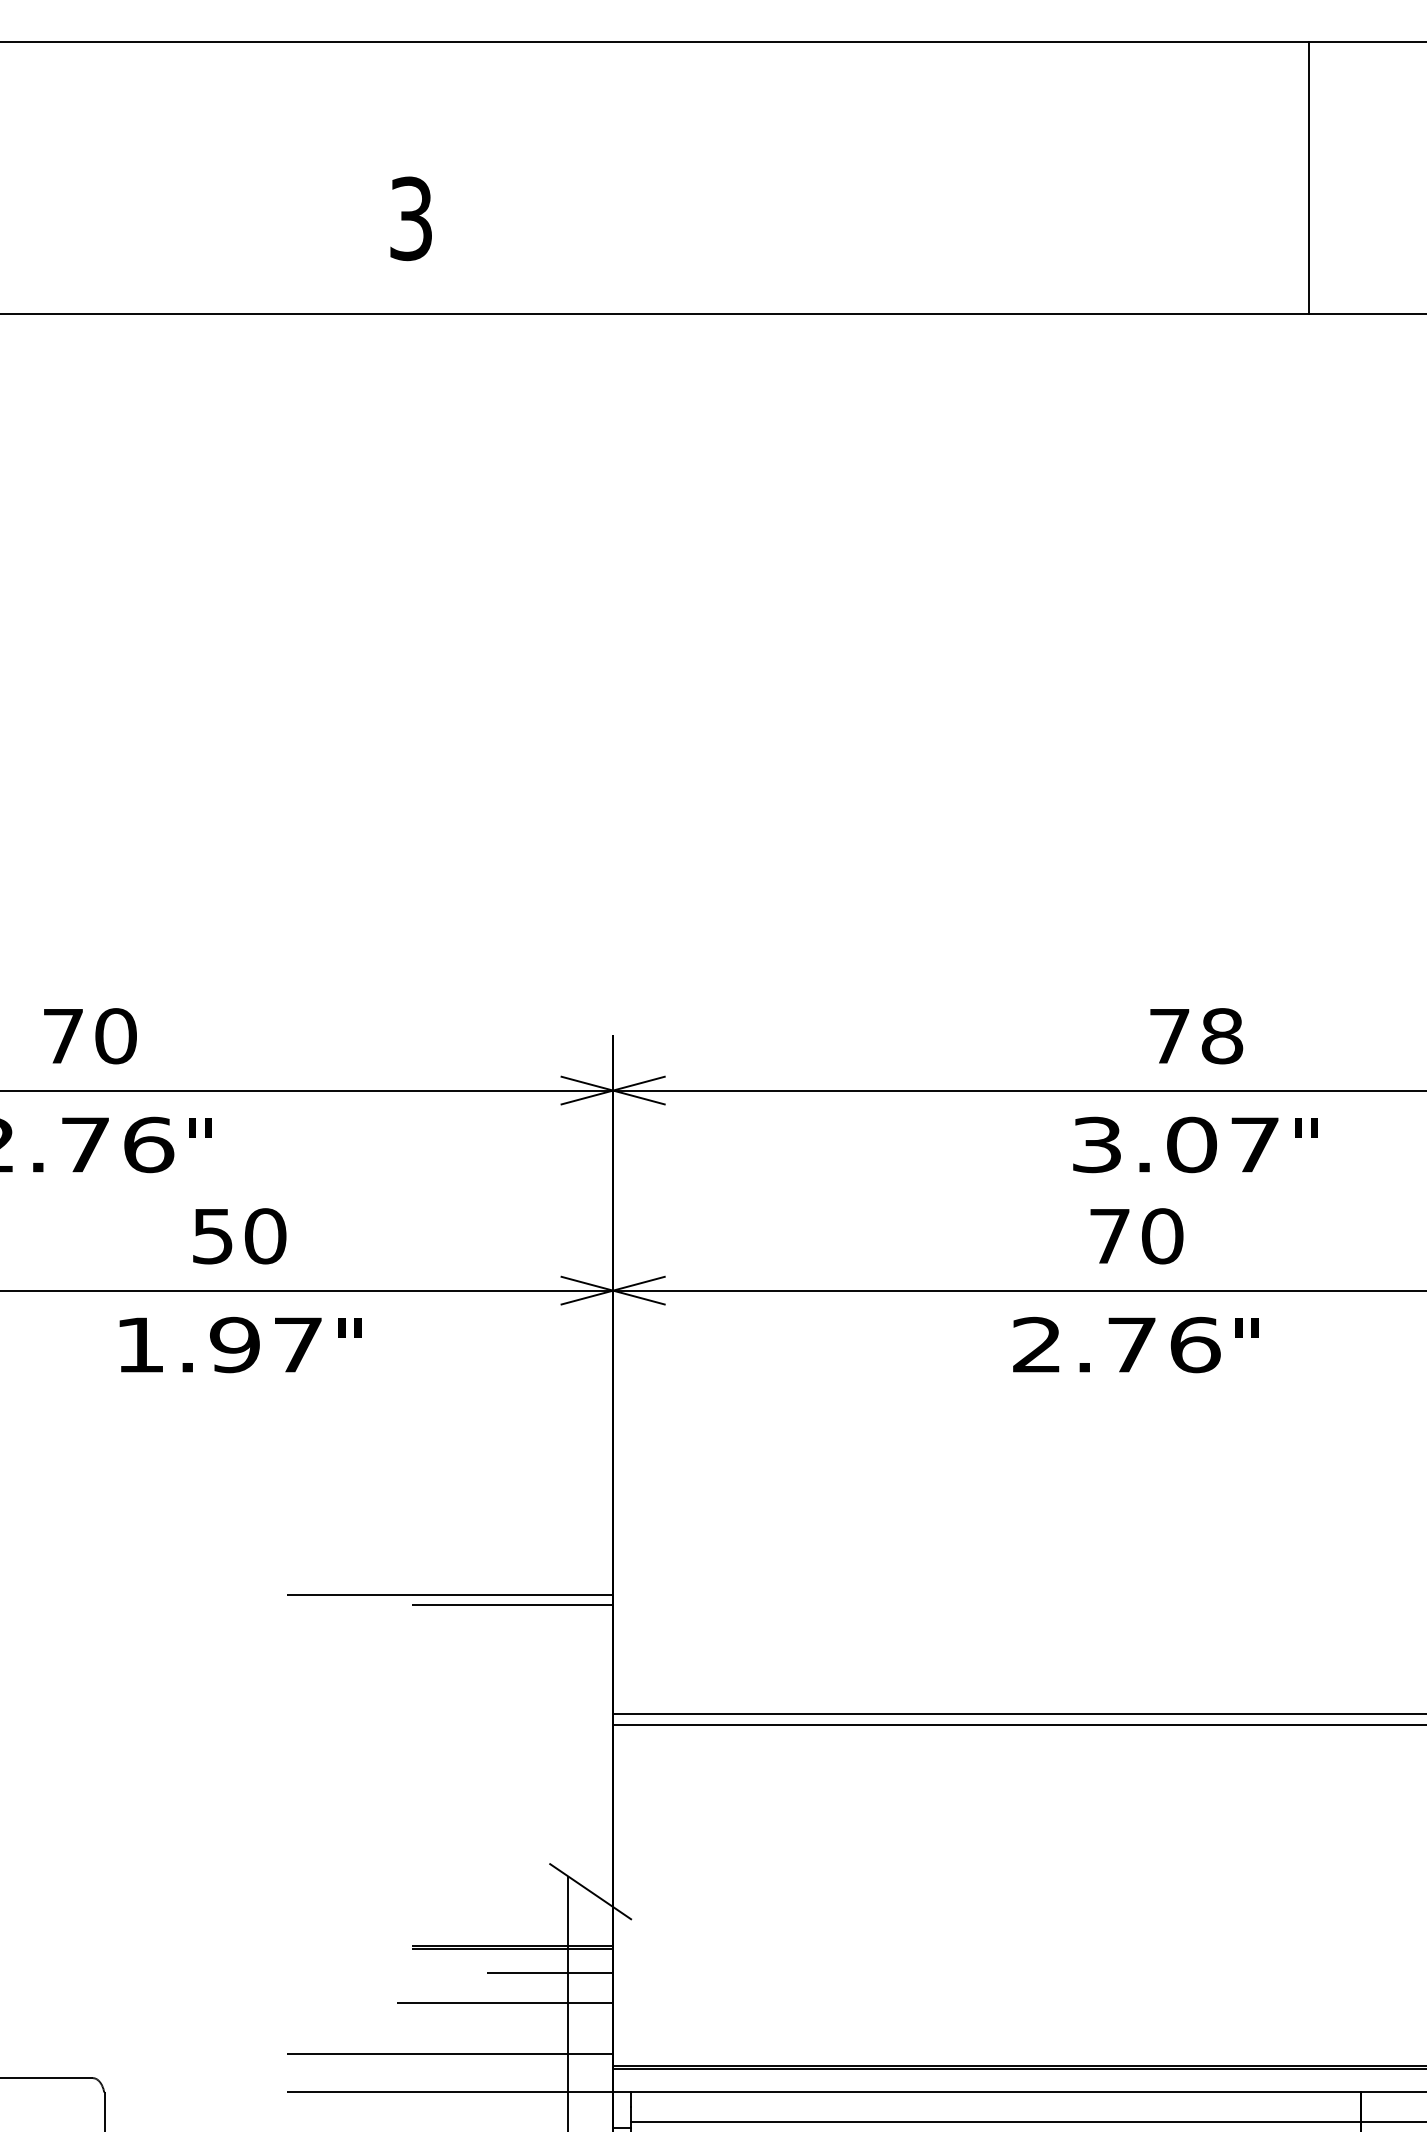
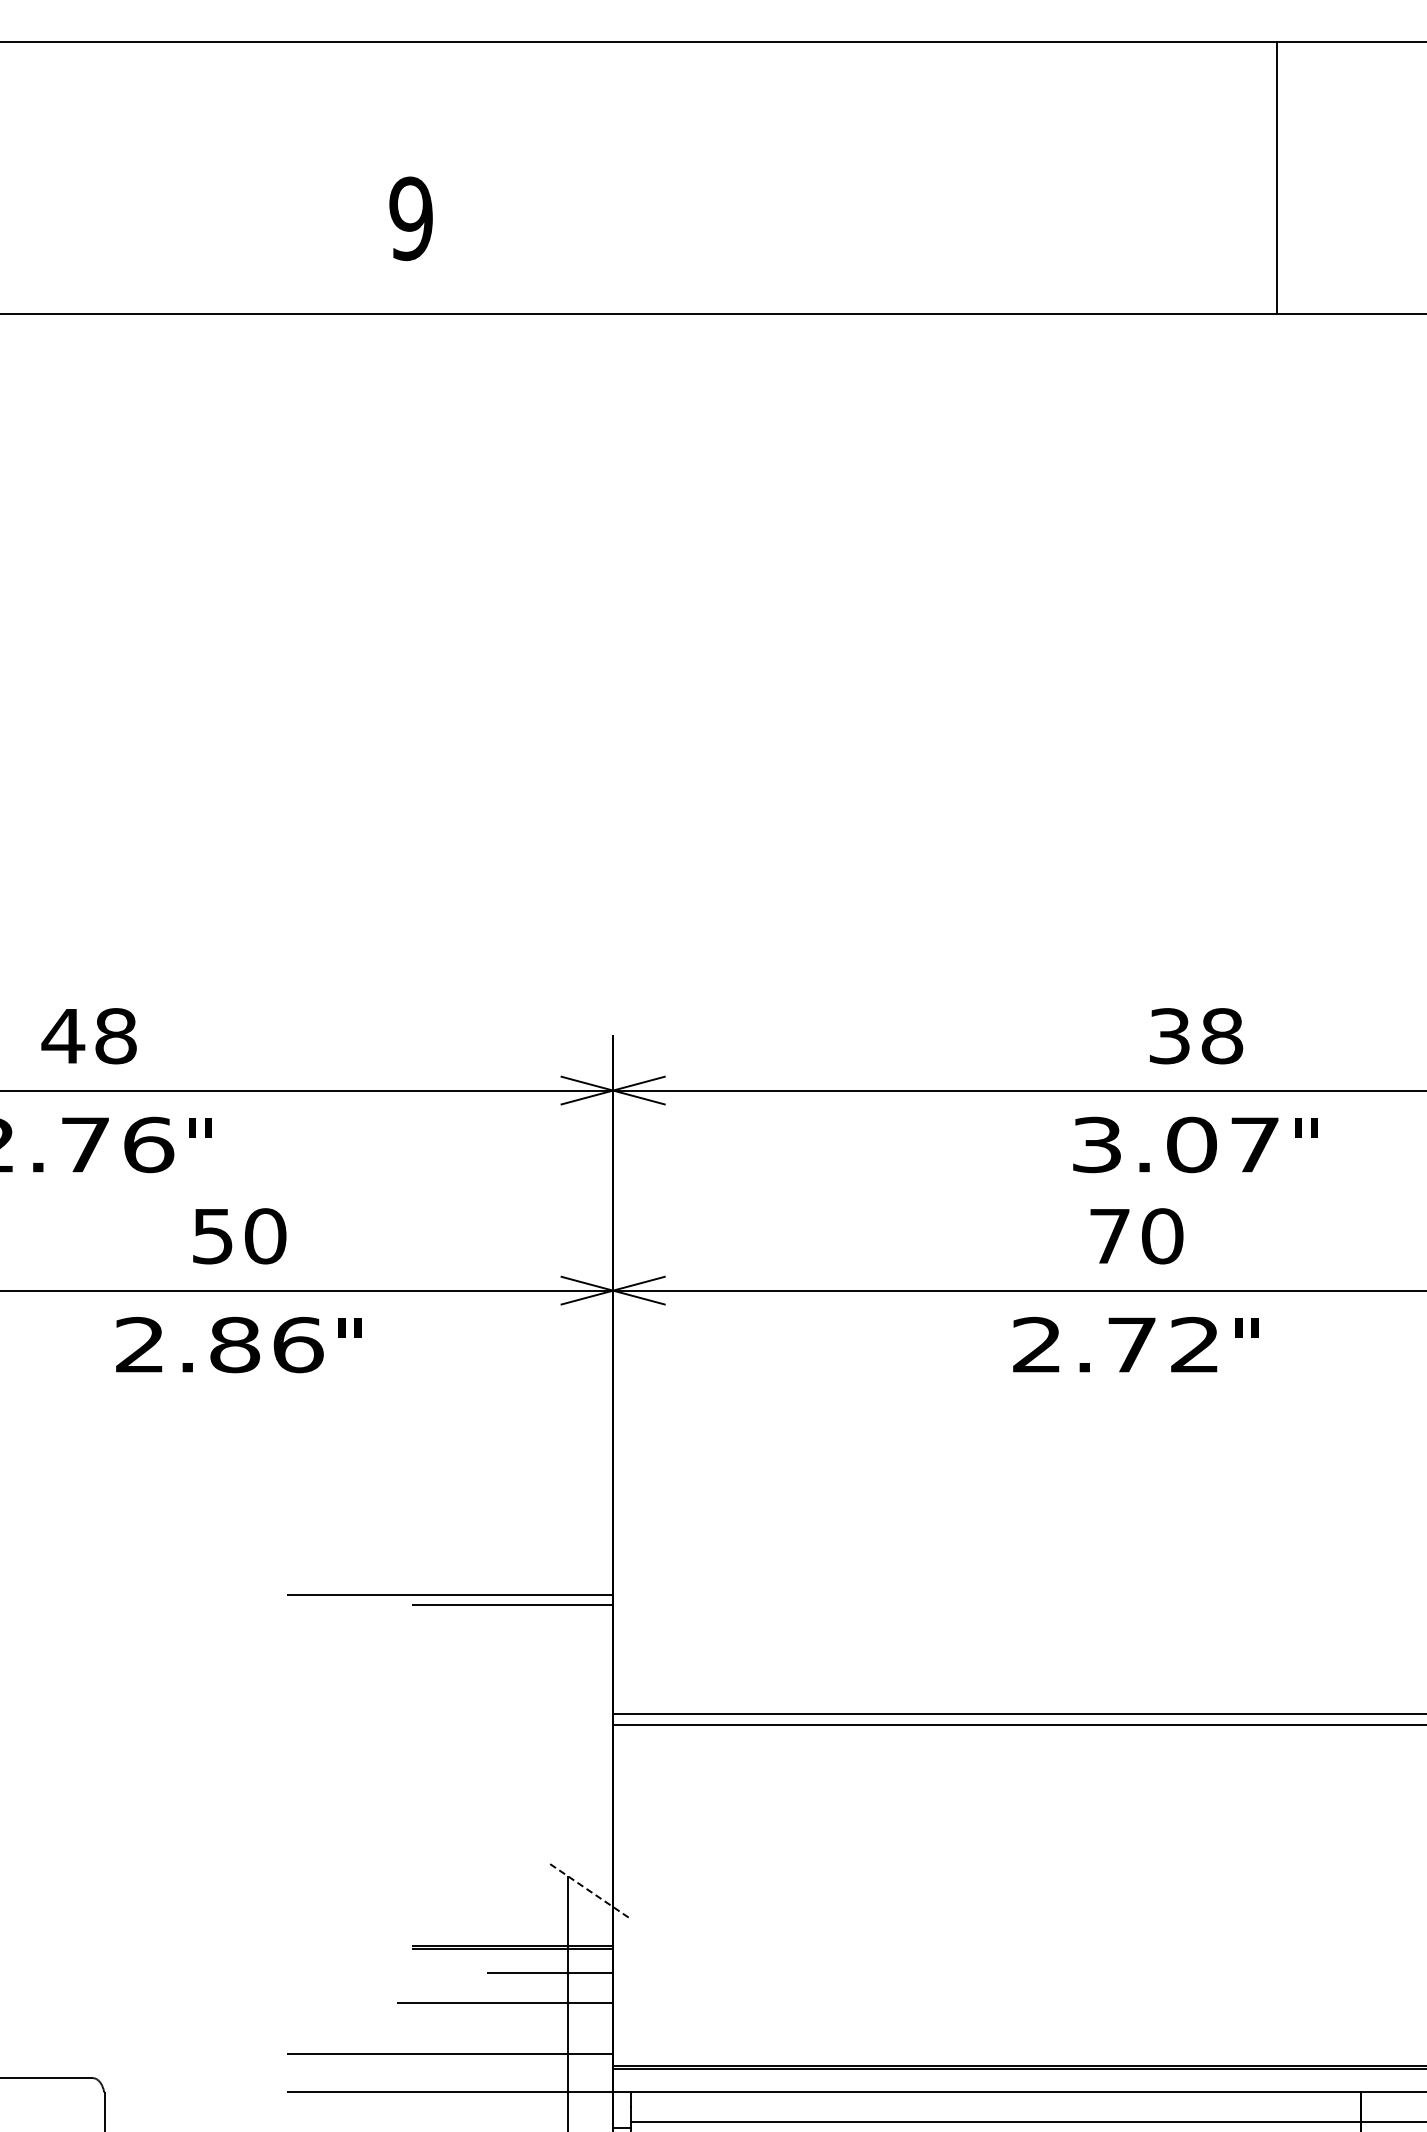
line at (1309, 177) position: (1309, 177) -> (1277, 177)
text at (410, 218): 3 -> 9
text at (88, 1036): 70 -> 48
text at (1169, 1036): 78 -> 38
text at (219, 1344): 1.97 -> 2.86
text at (1195, 1344): 2.76 -> 2.72
line at (590, 1891): solid -> dashed
